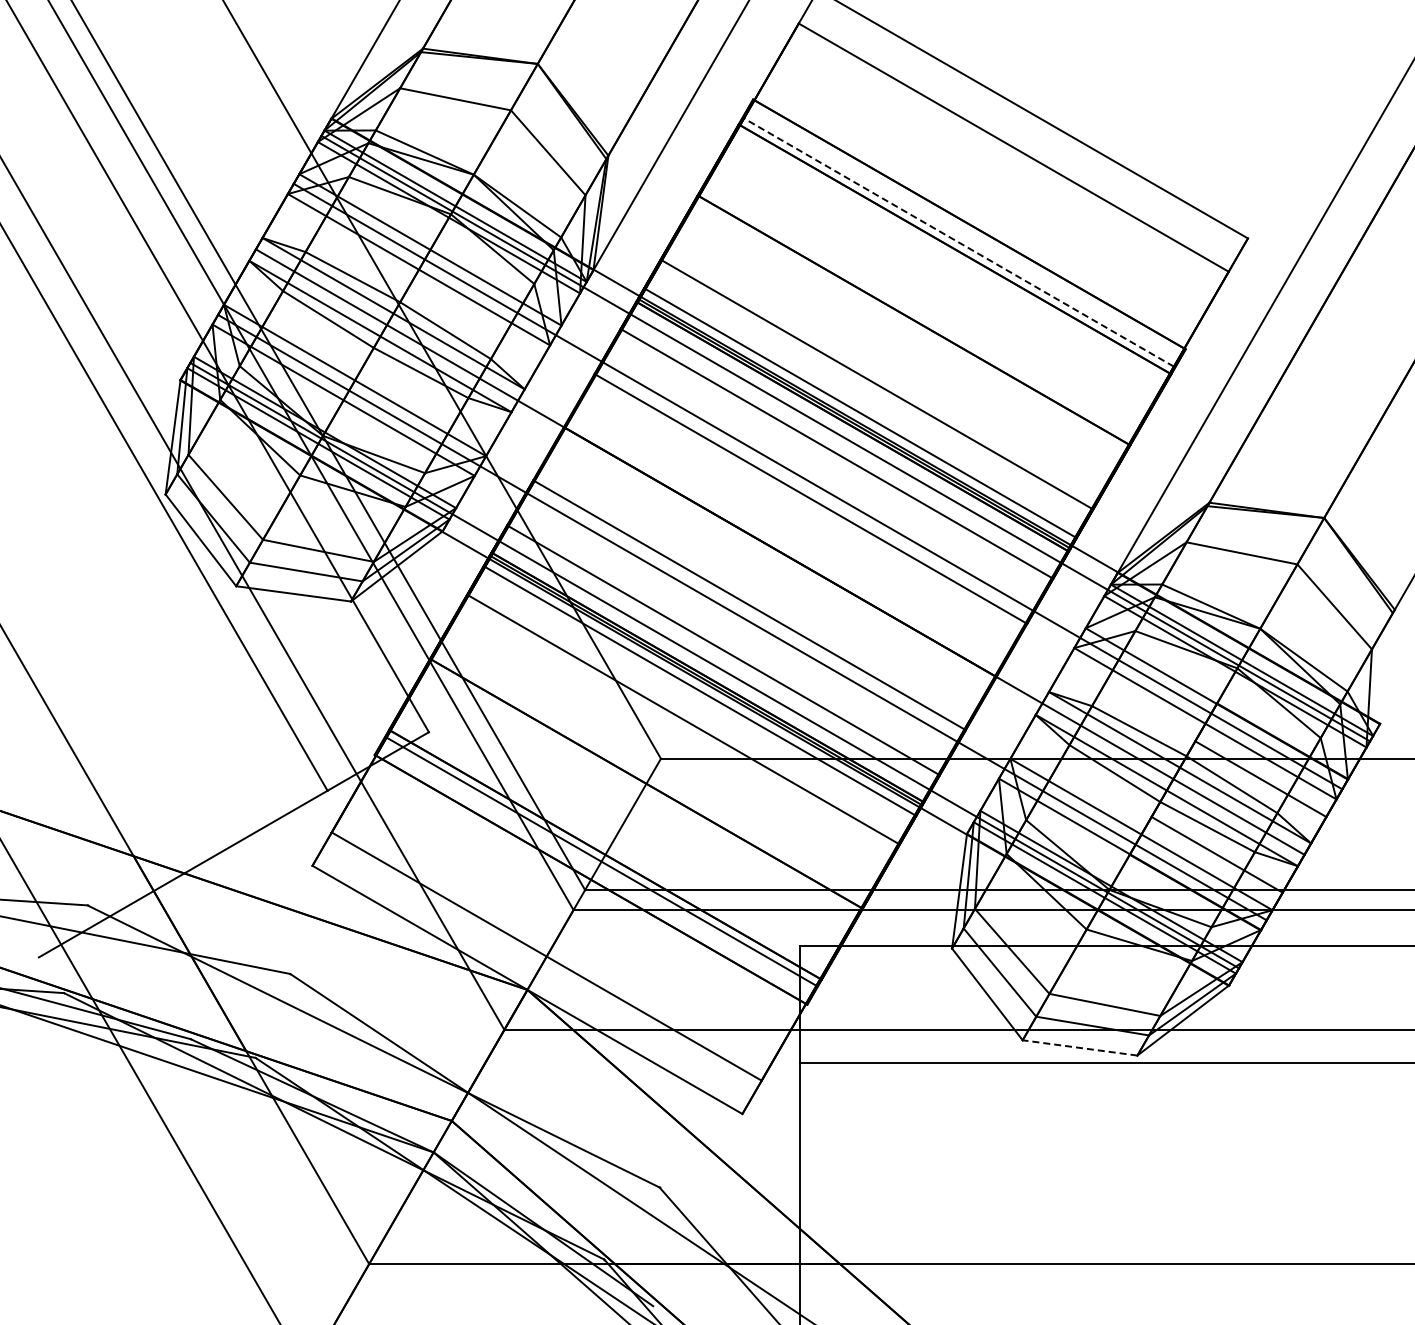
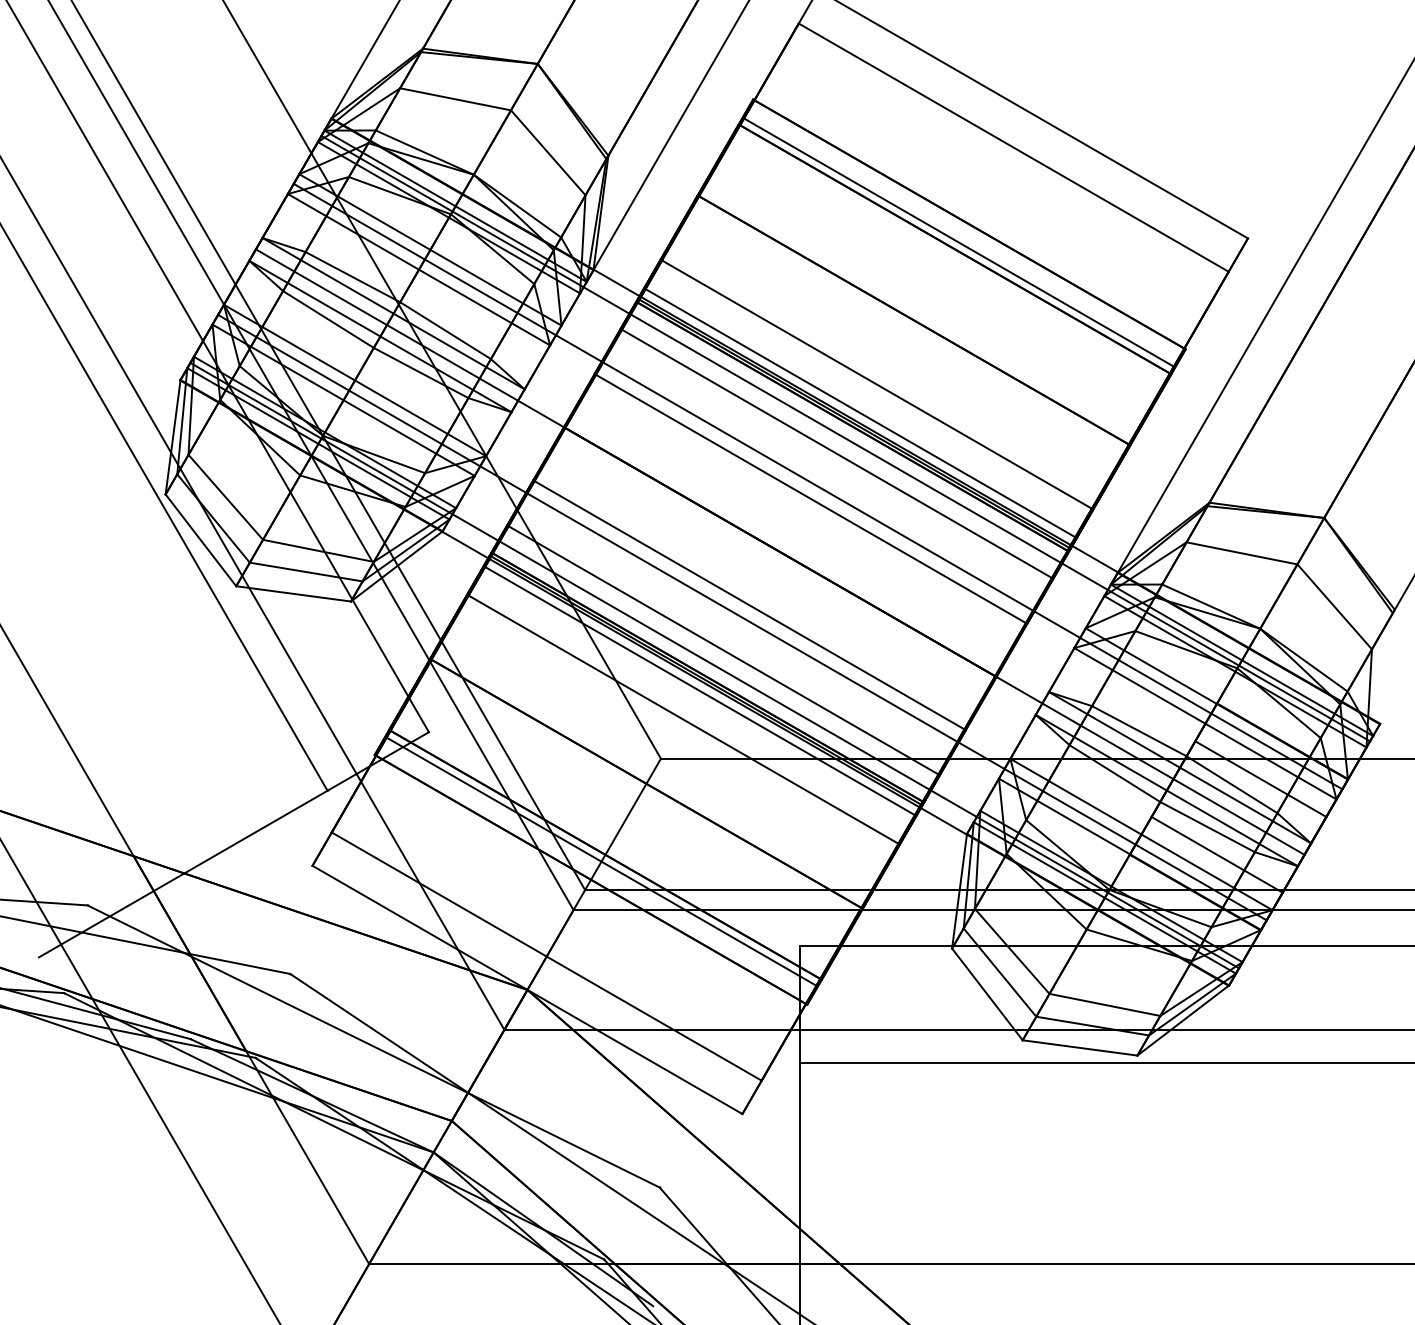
line at (958, 242): dashed -> solid
line at (1080, 1047): dashed -> solid
